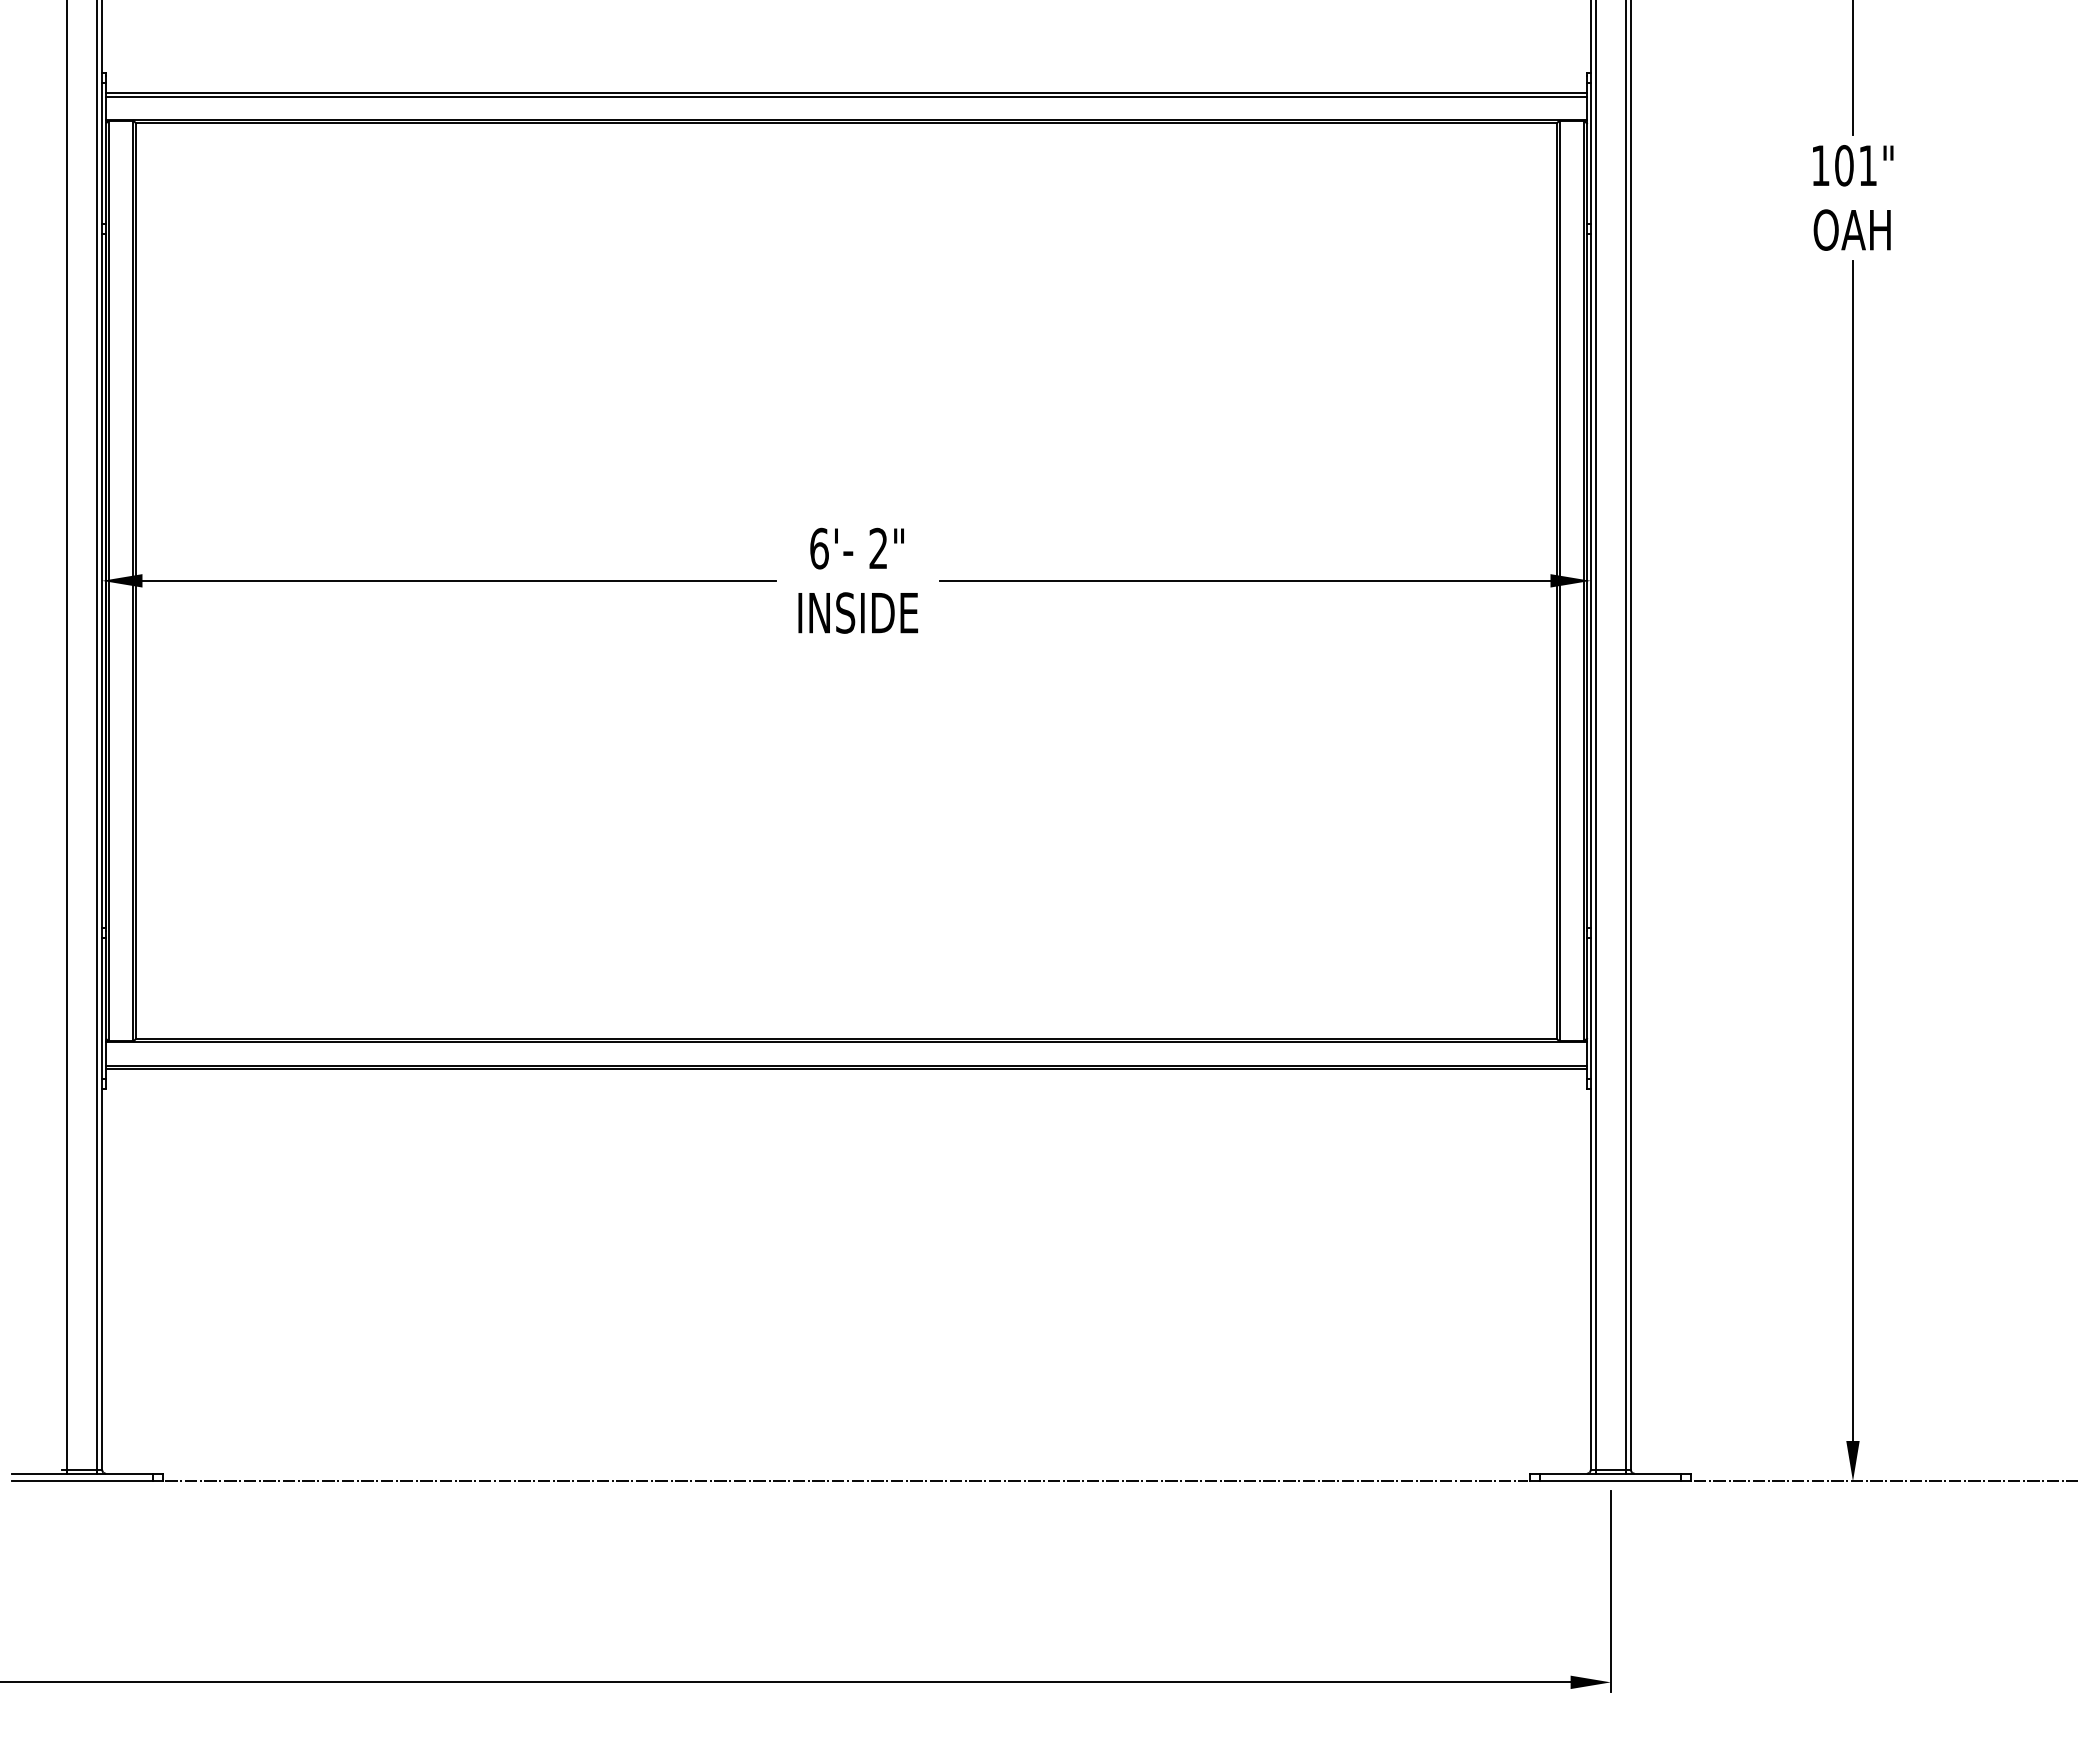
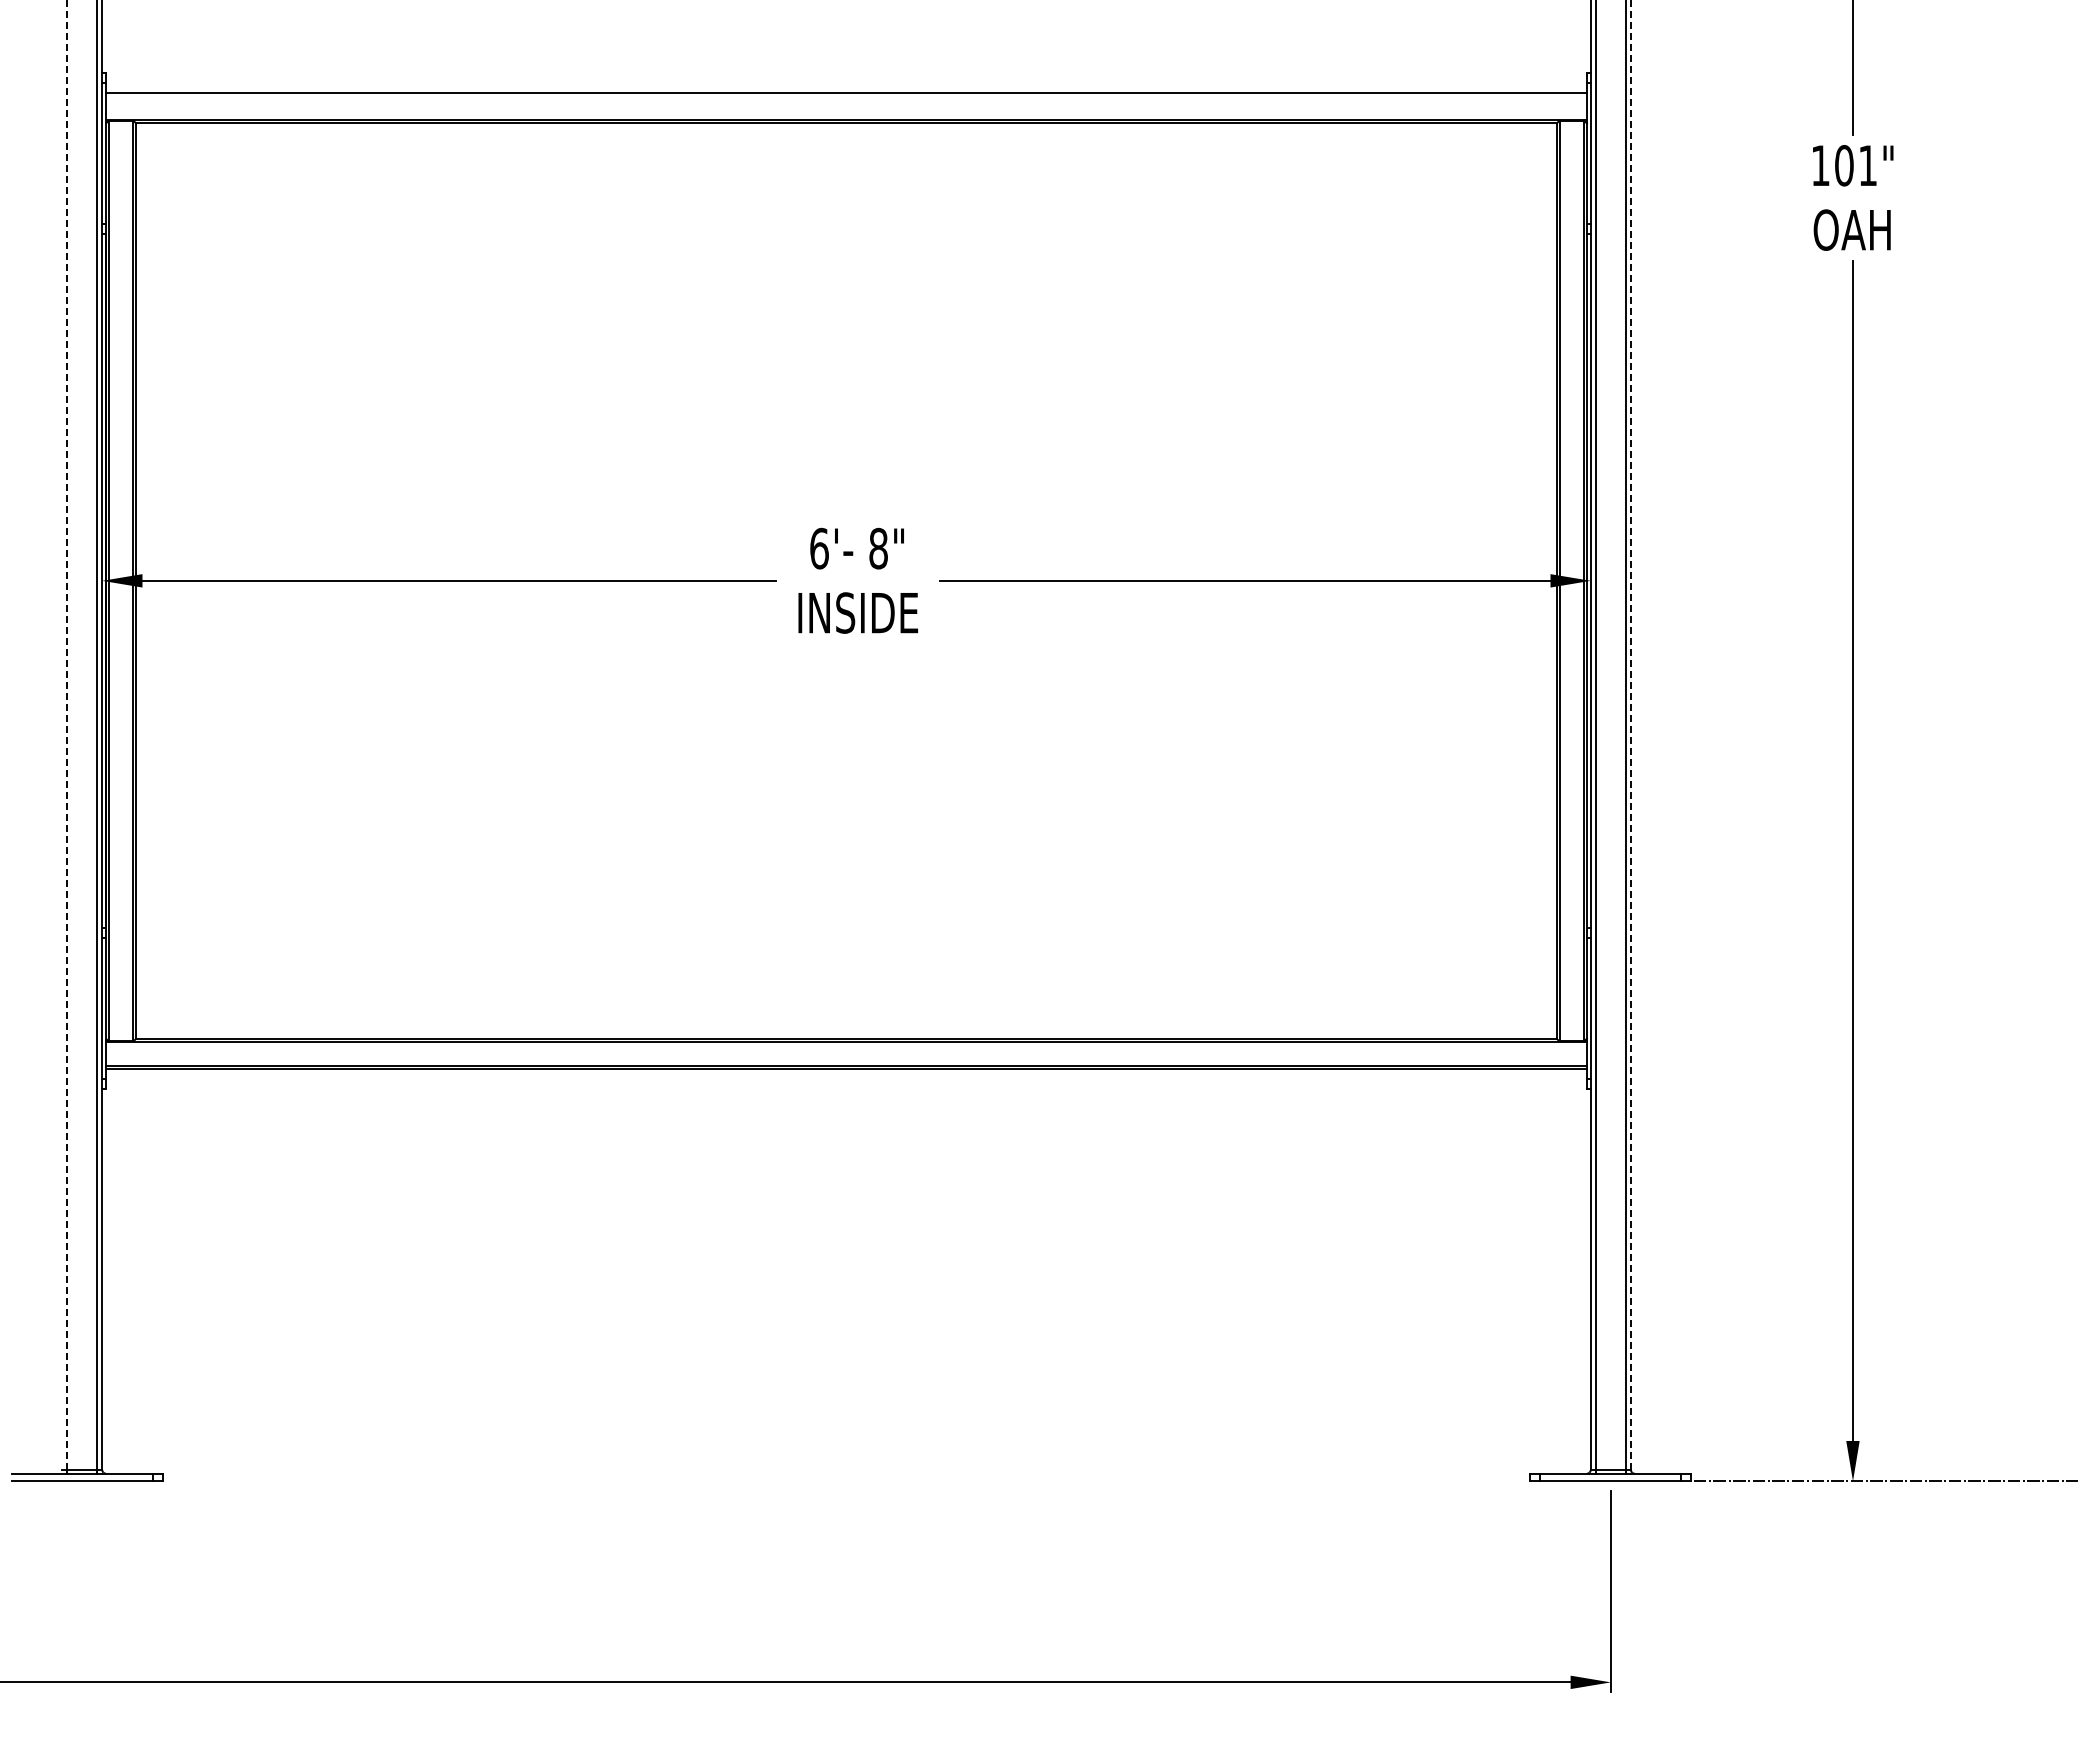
line at (846, 96): present -> none
text at (878, 548): 2" -> 8"
line at (67, 735): solid -> dashed
line at (1630, 735): solid -> dashed
line at (846, 1481): present -> none
